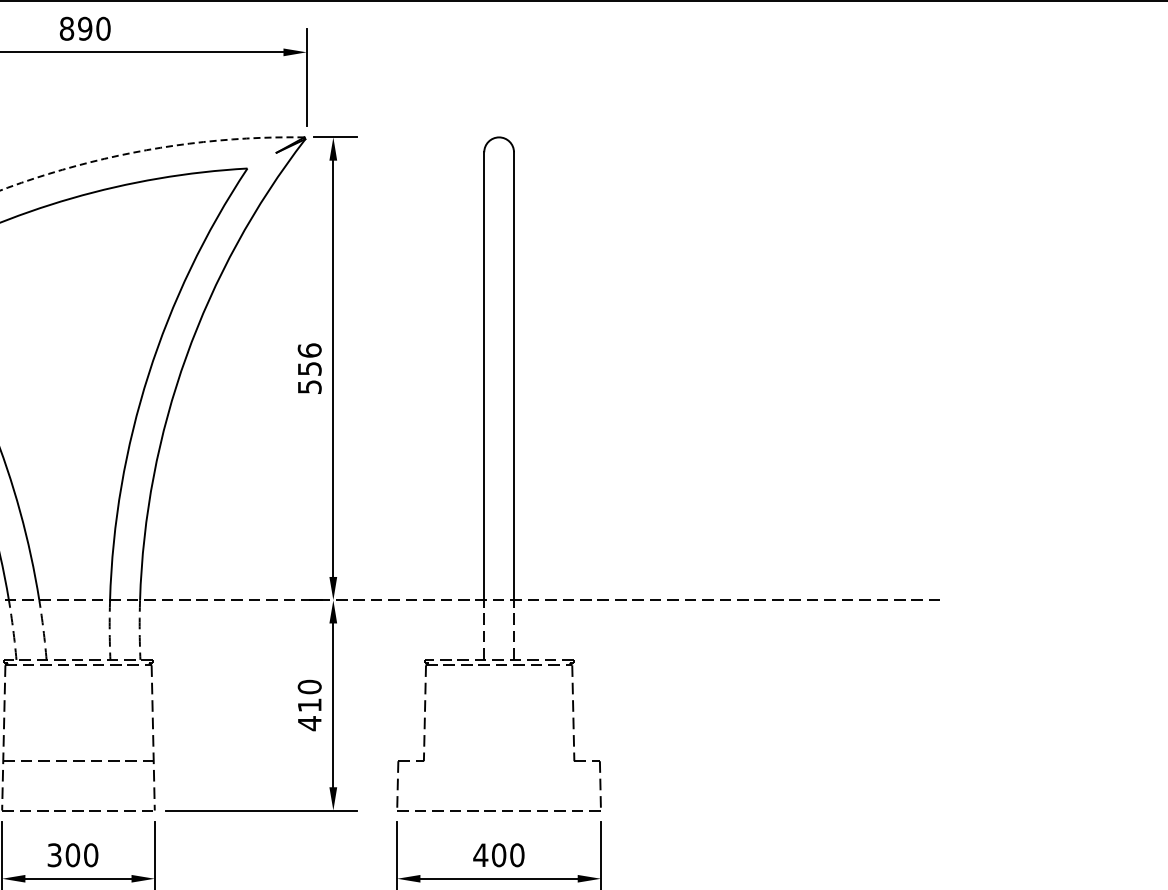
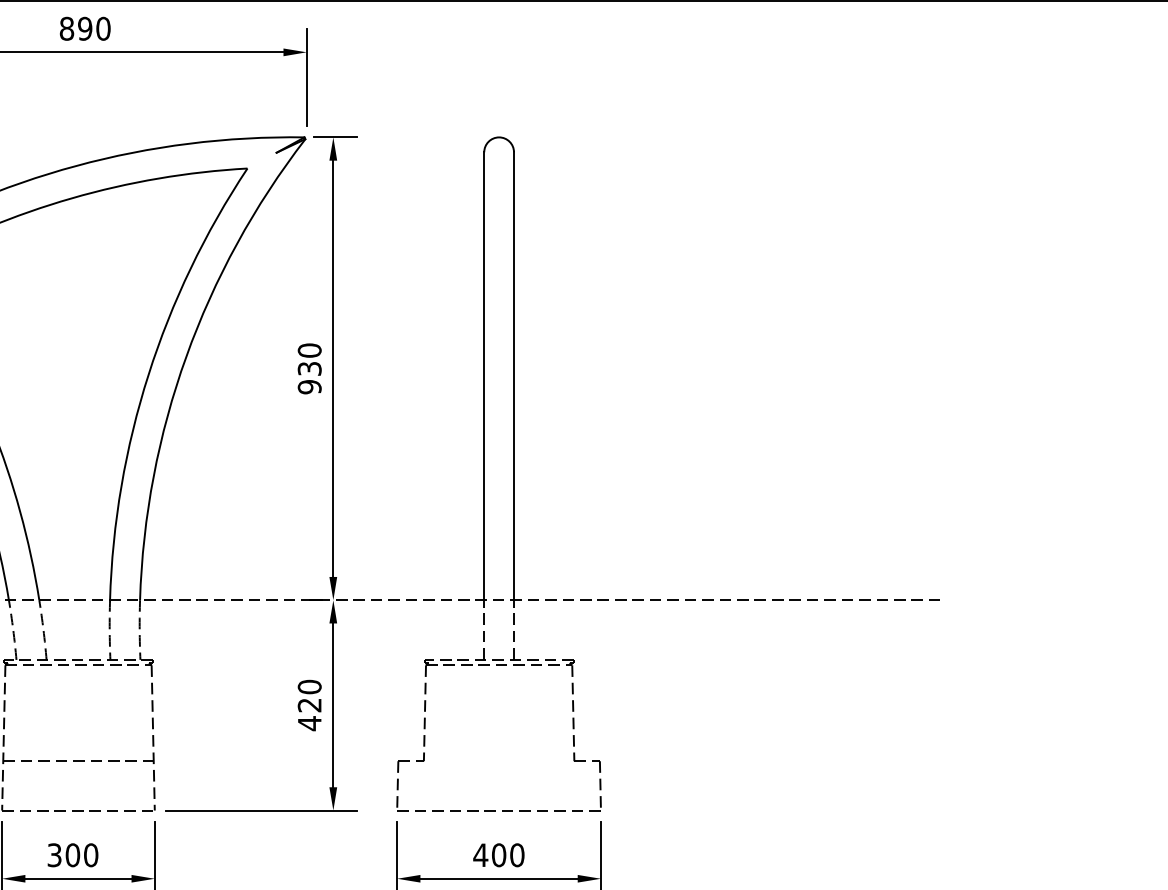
arc at (148, 149): dashed -> solid
text at (309, 368): 556 -> 930
text at (309, 705): 410 -> 420
